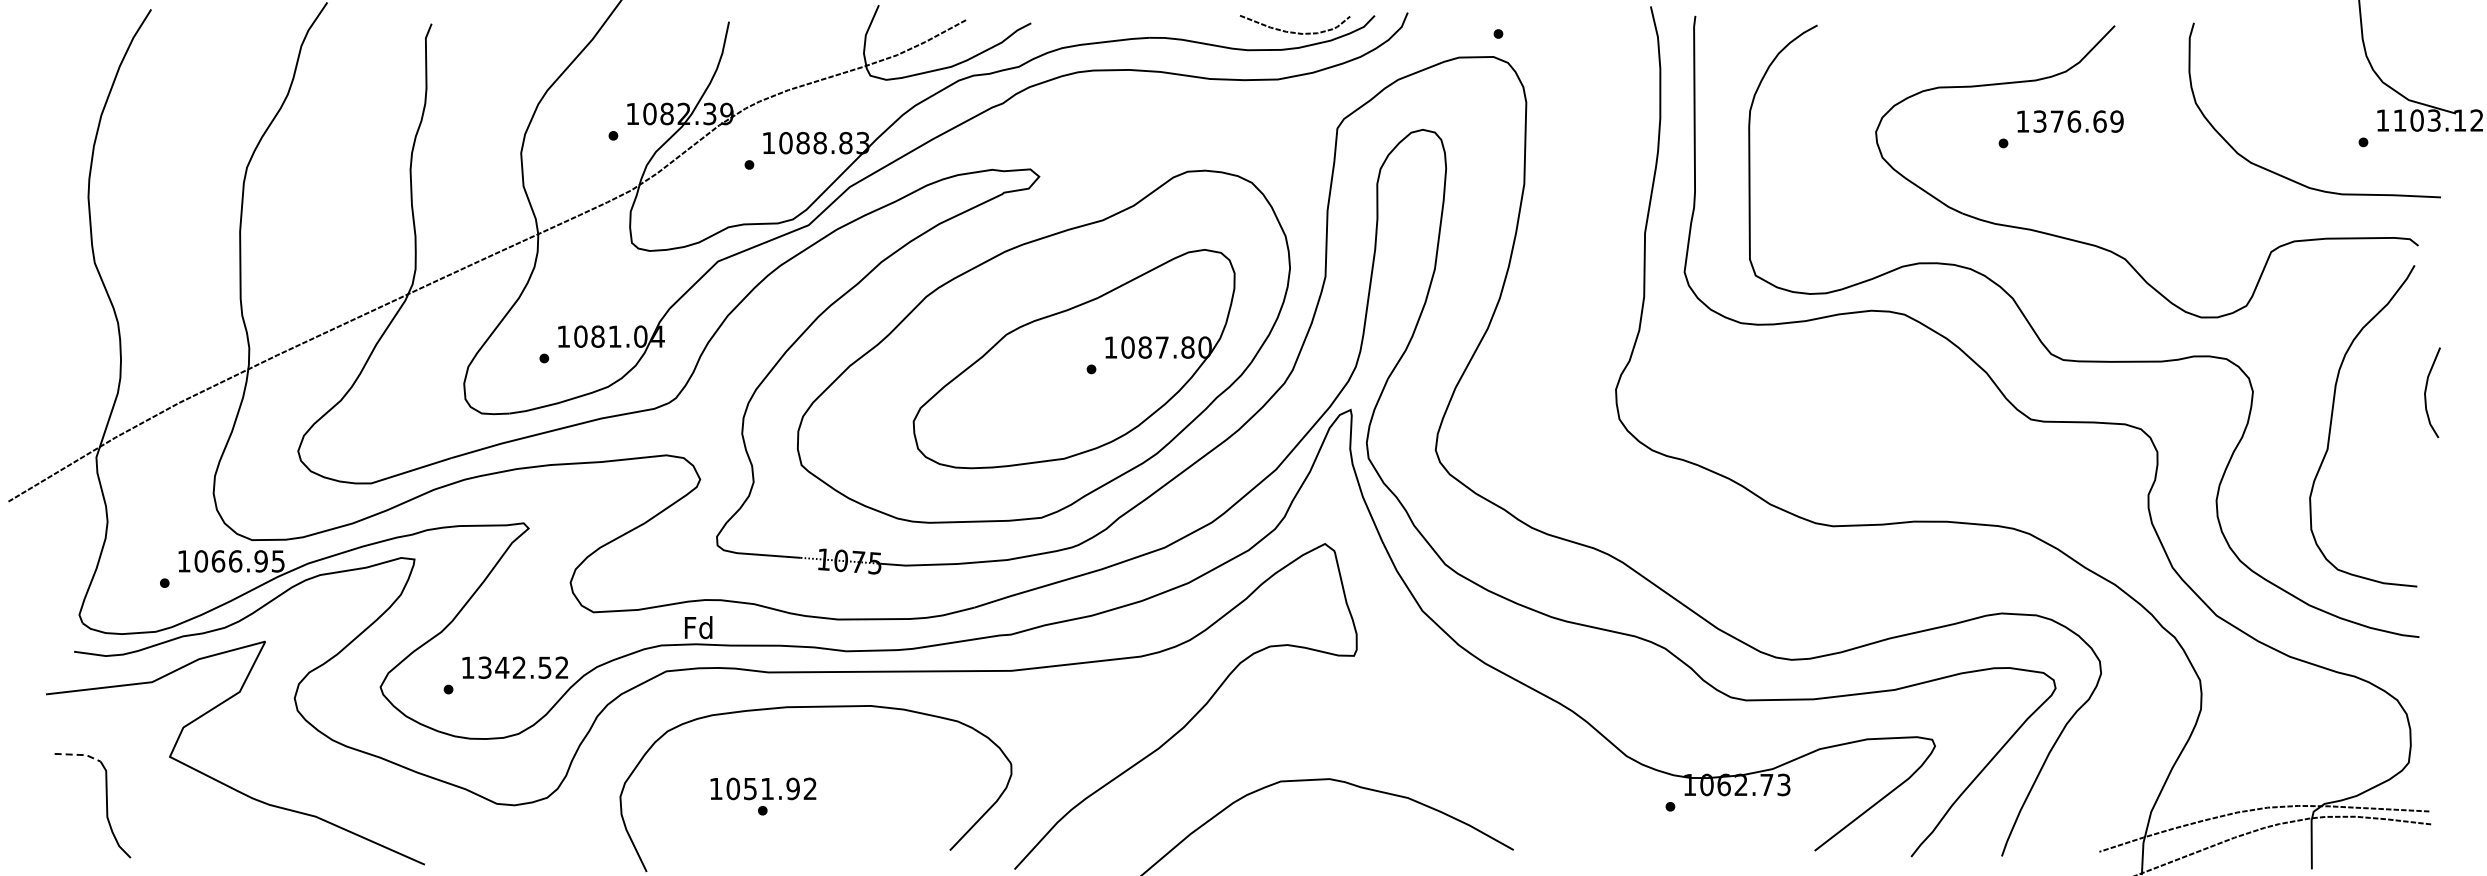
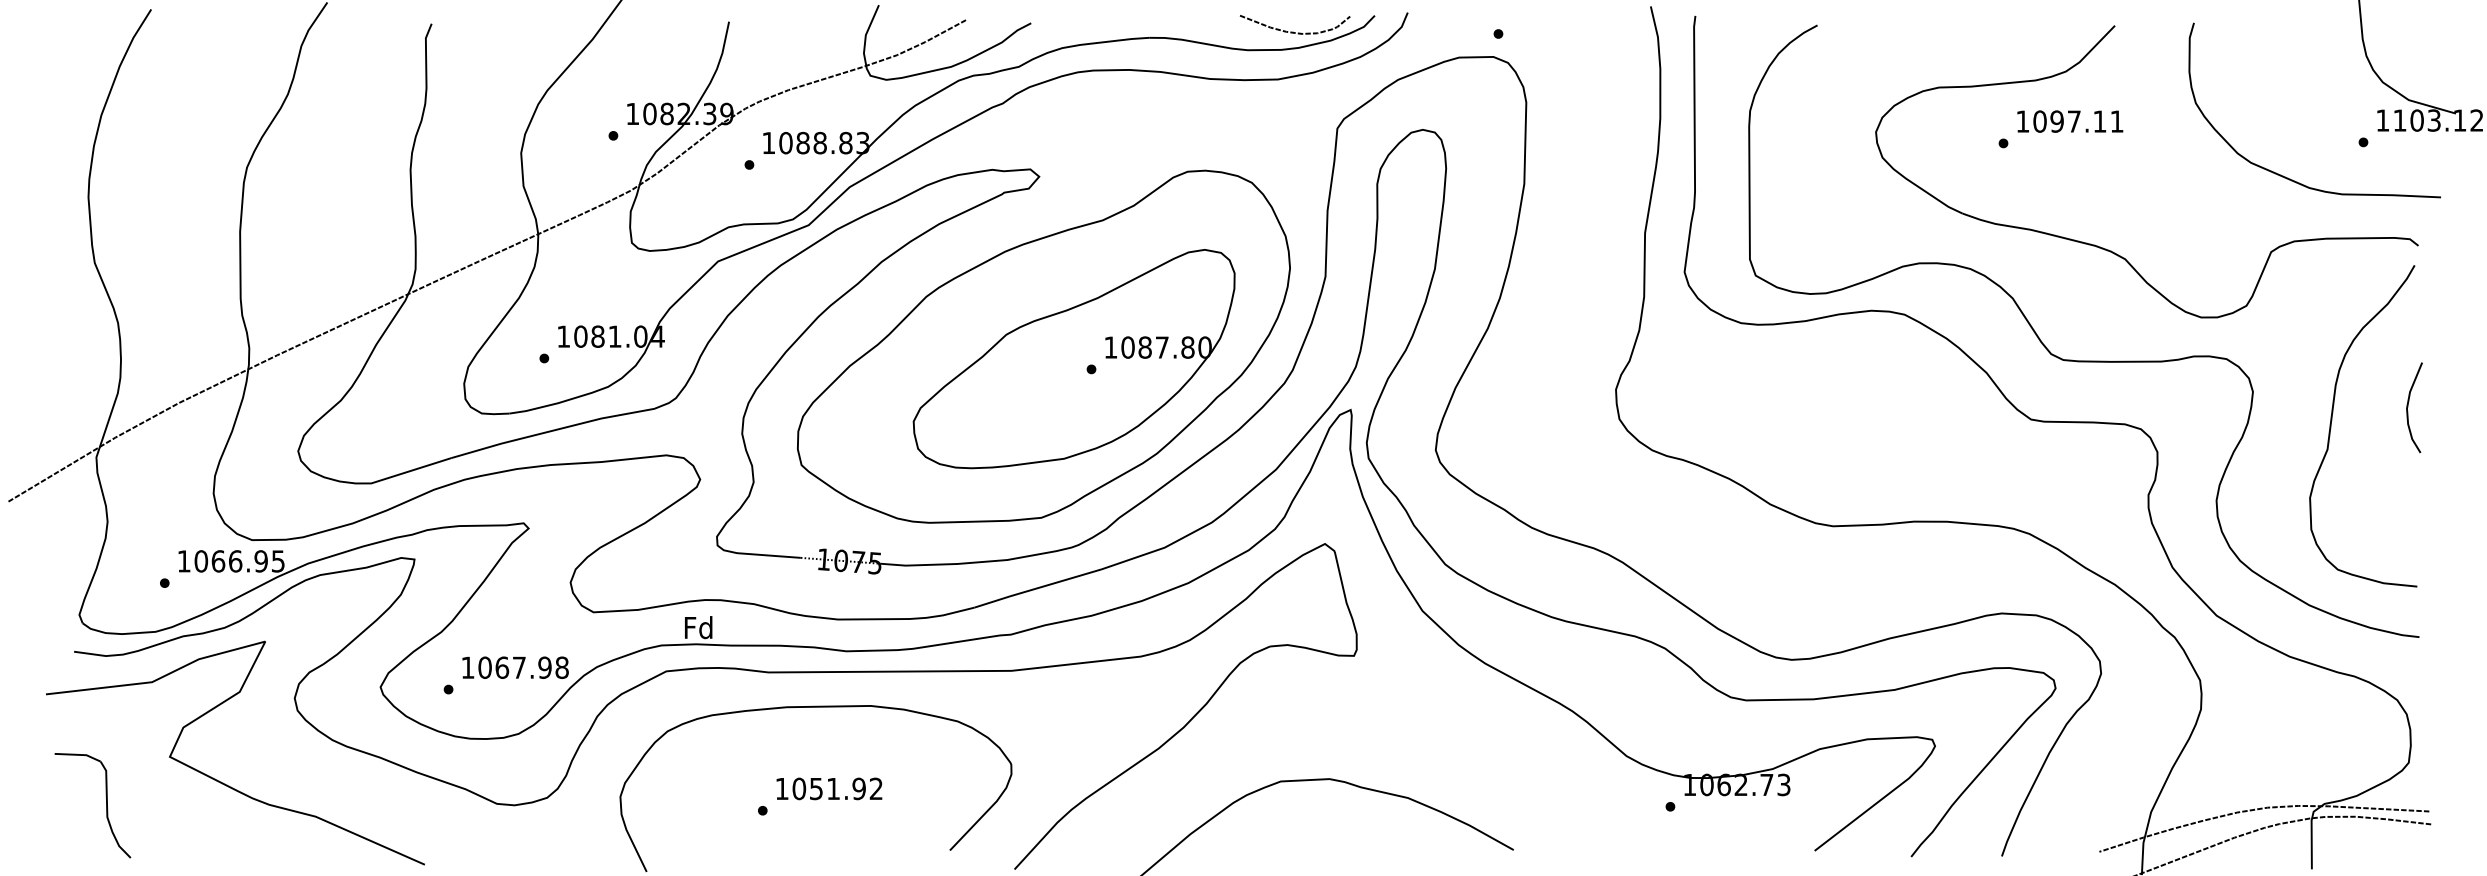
text at (2078, 121): 1376.69 -> 1097.11
curve at (2426, 392) position: (2426, 392) -> (2408, 407)
text at (523, 667): 1342.52 -> 1067.98
line at (79, 754): dashed -> solid
text at (763, 788) position: (763, 788) -> (829, 788)
